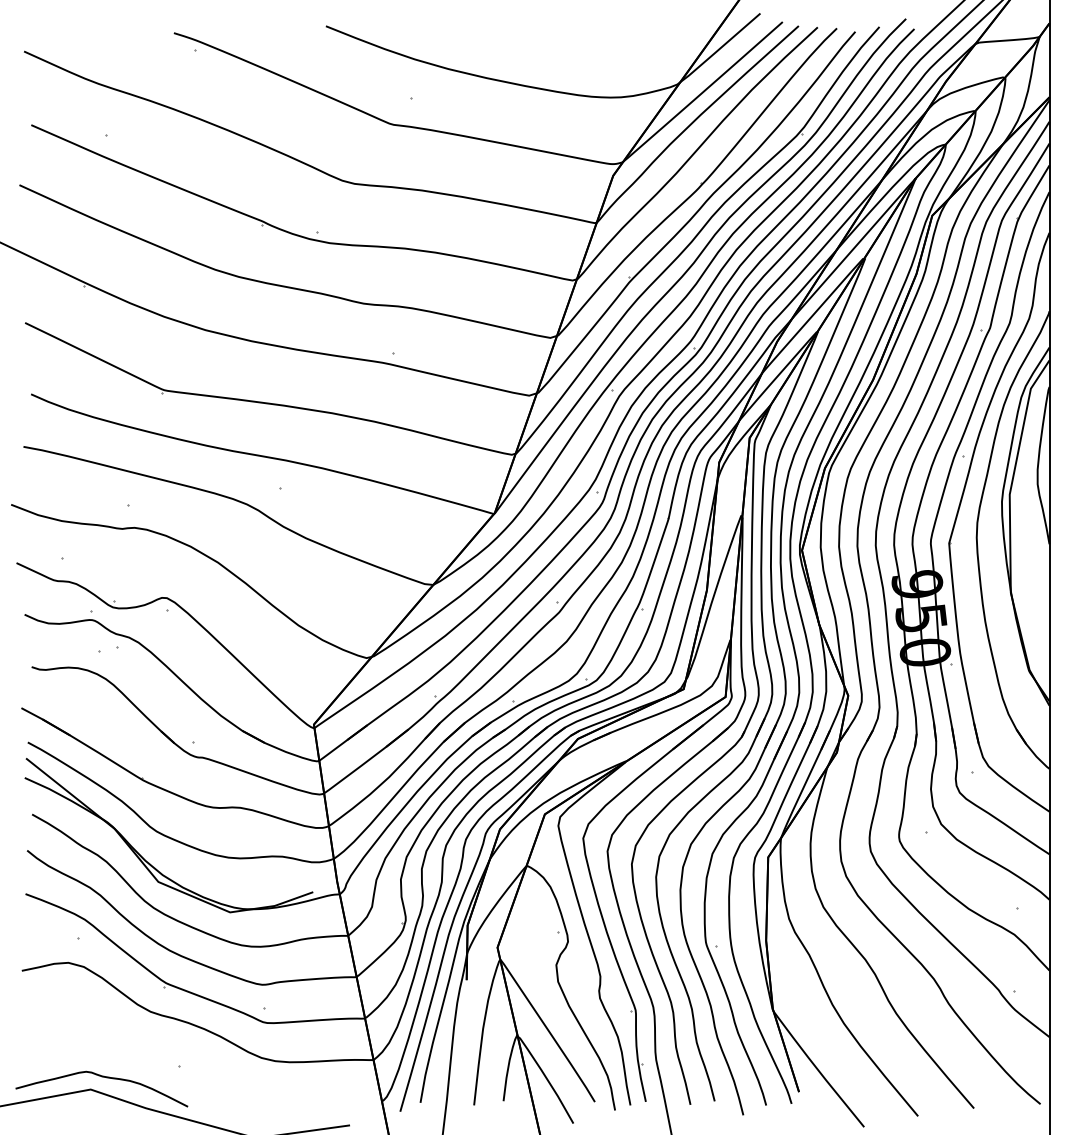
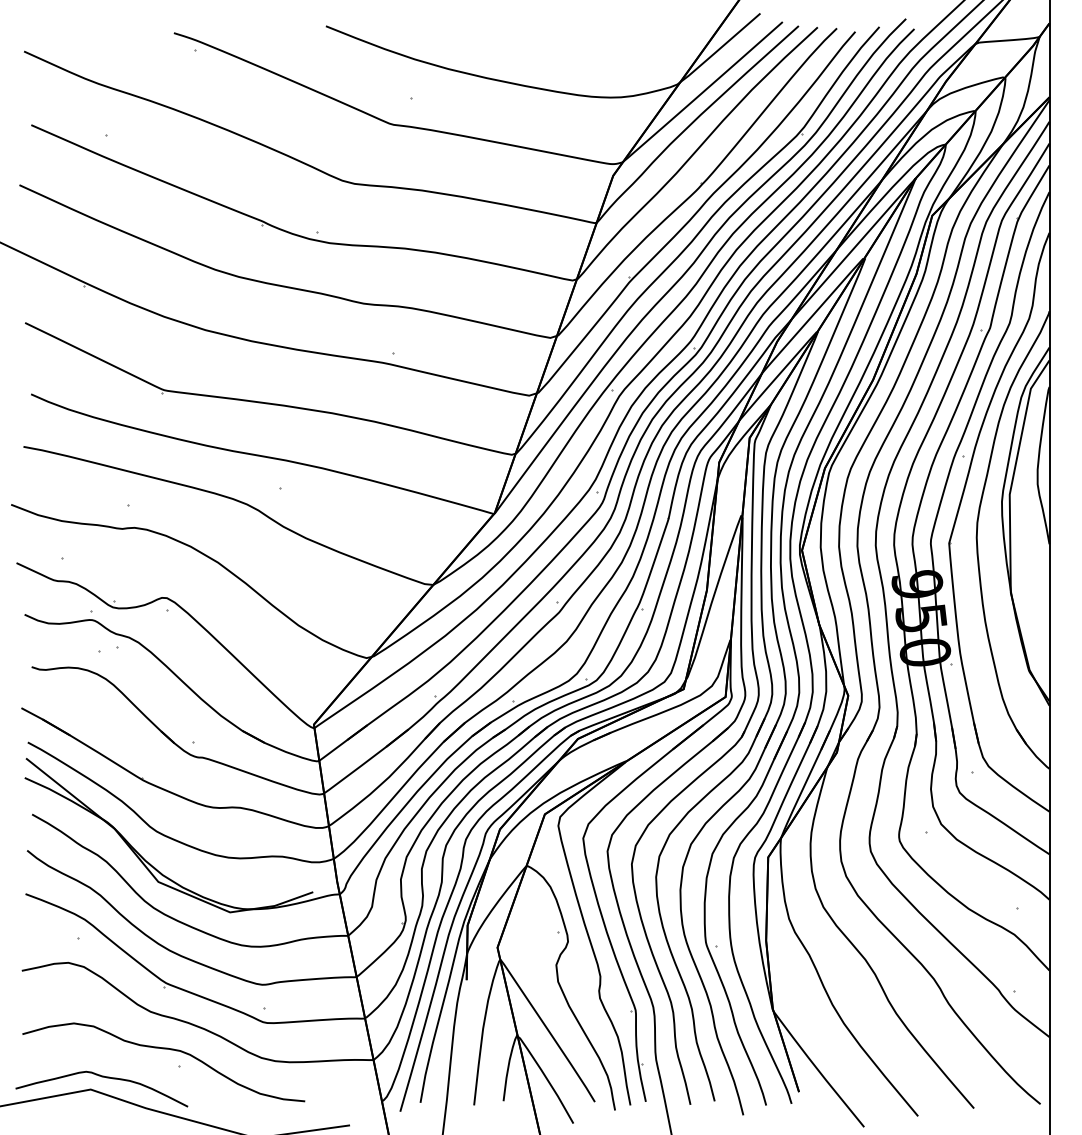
curve at (163, 1049): none -> present
